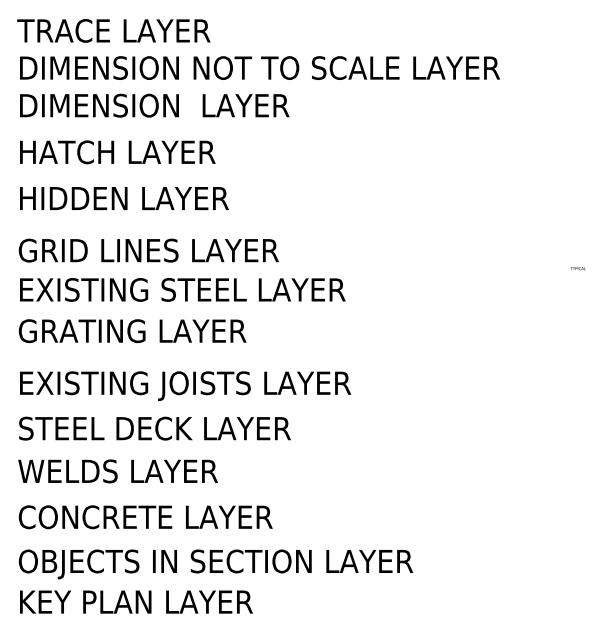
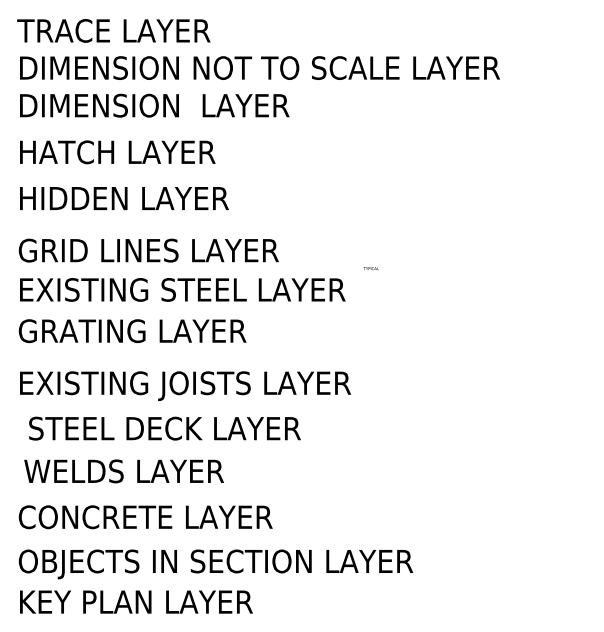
text at (577, 268) position: (577, 268) -> (370, 268)
text at (154, 428) position: (154, 428) -> (164, 428)
text at (117, 471) position: (117, 471) -> (123, 471)
